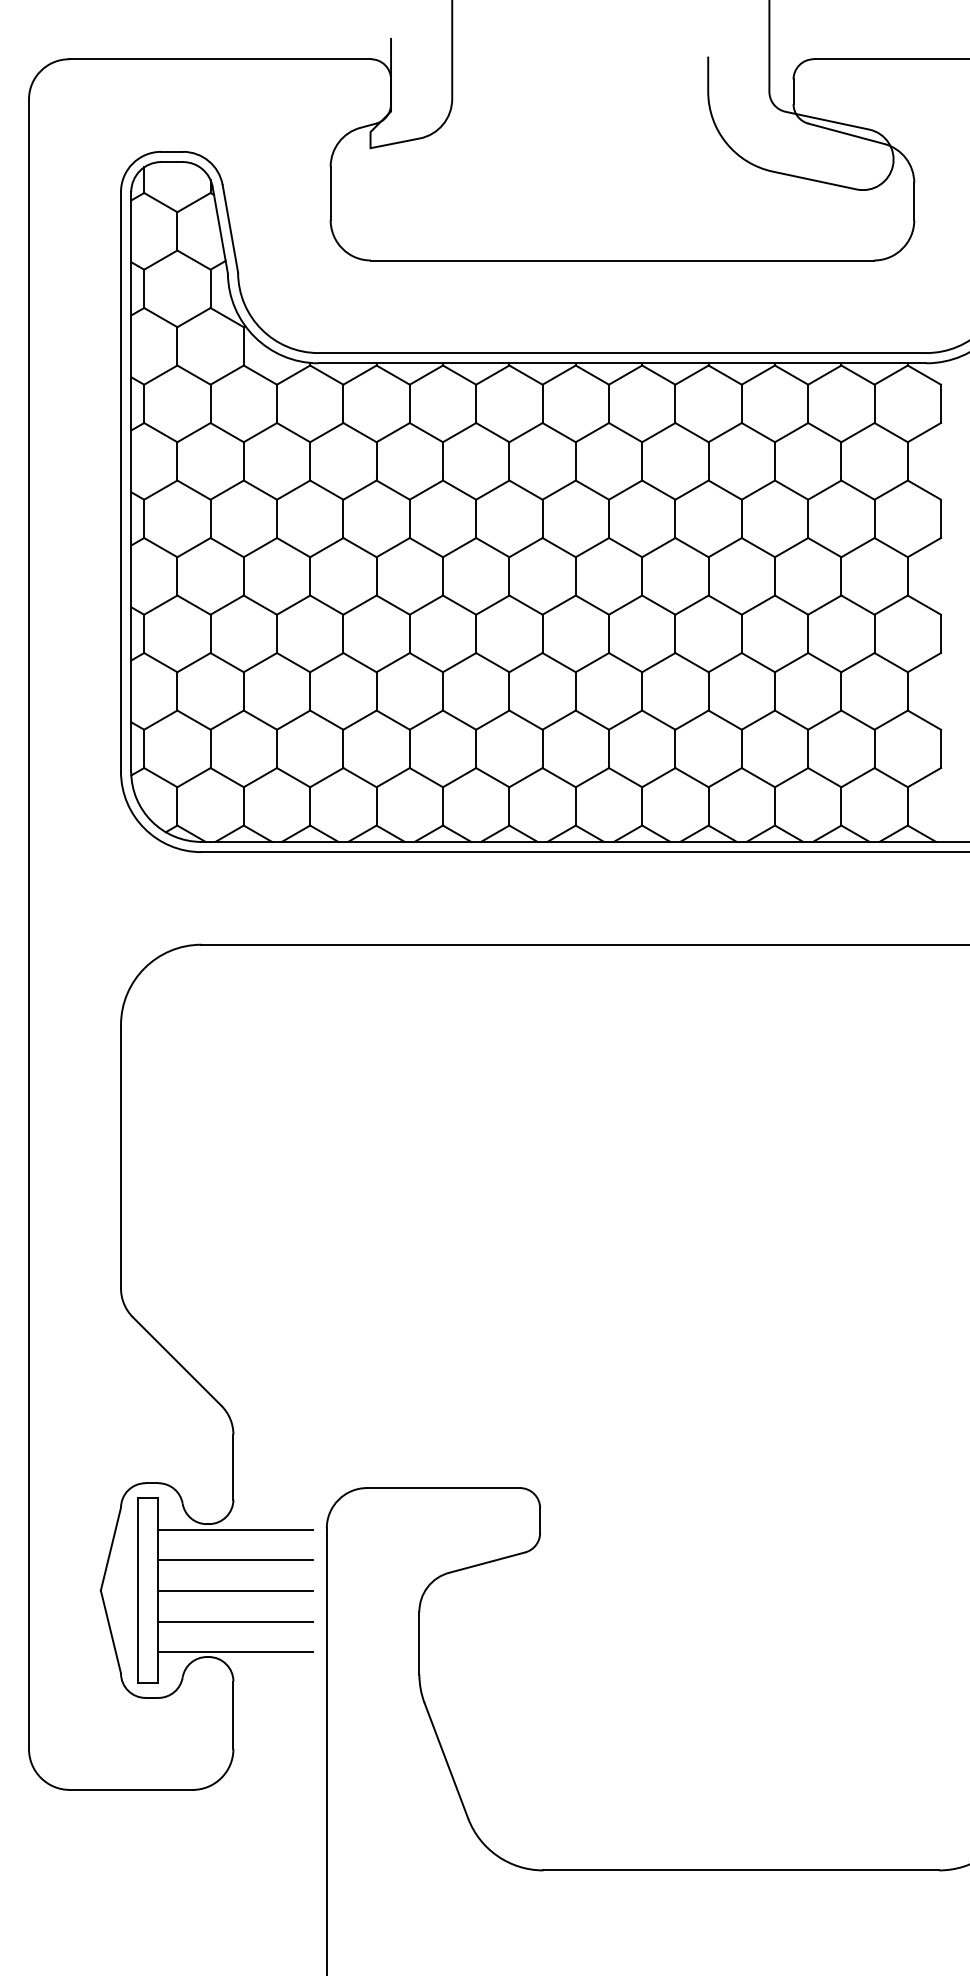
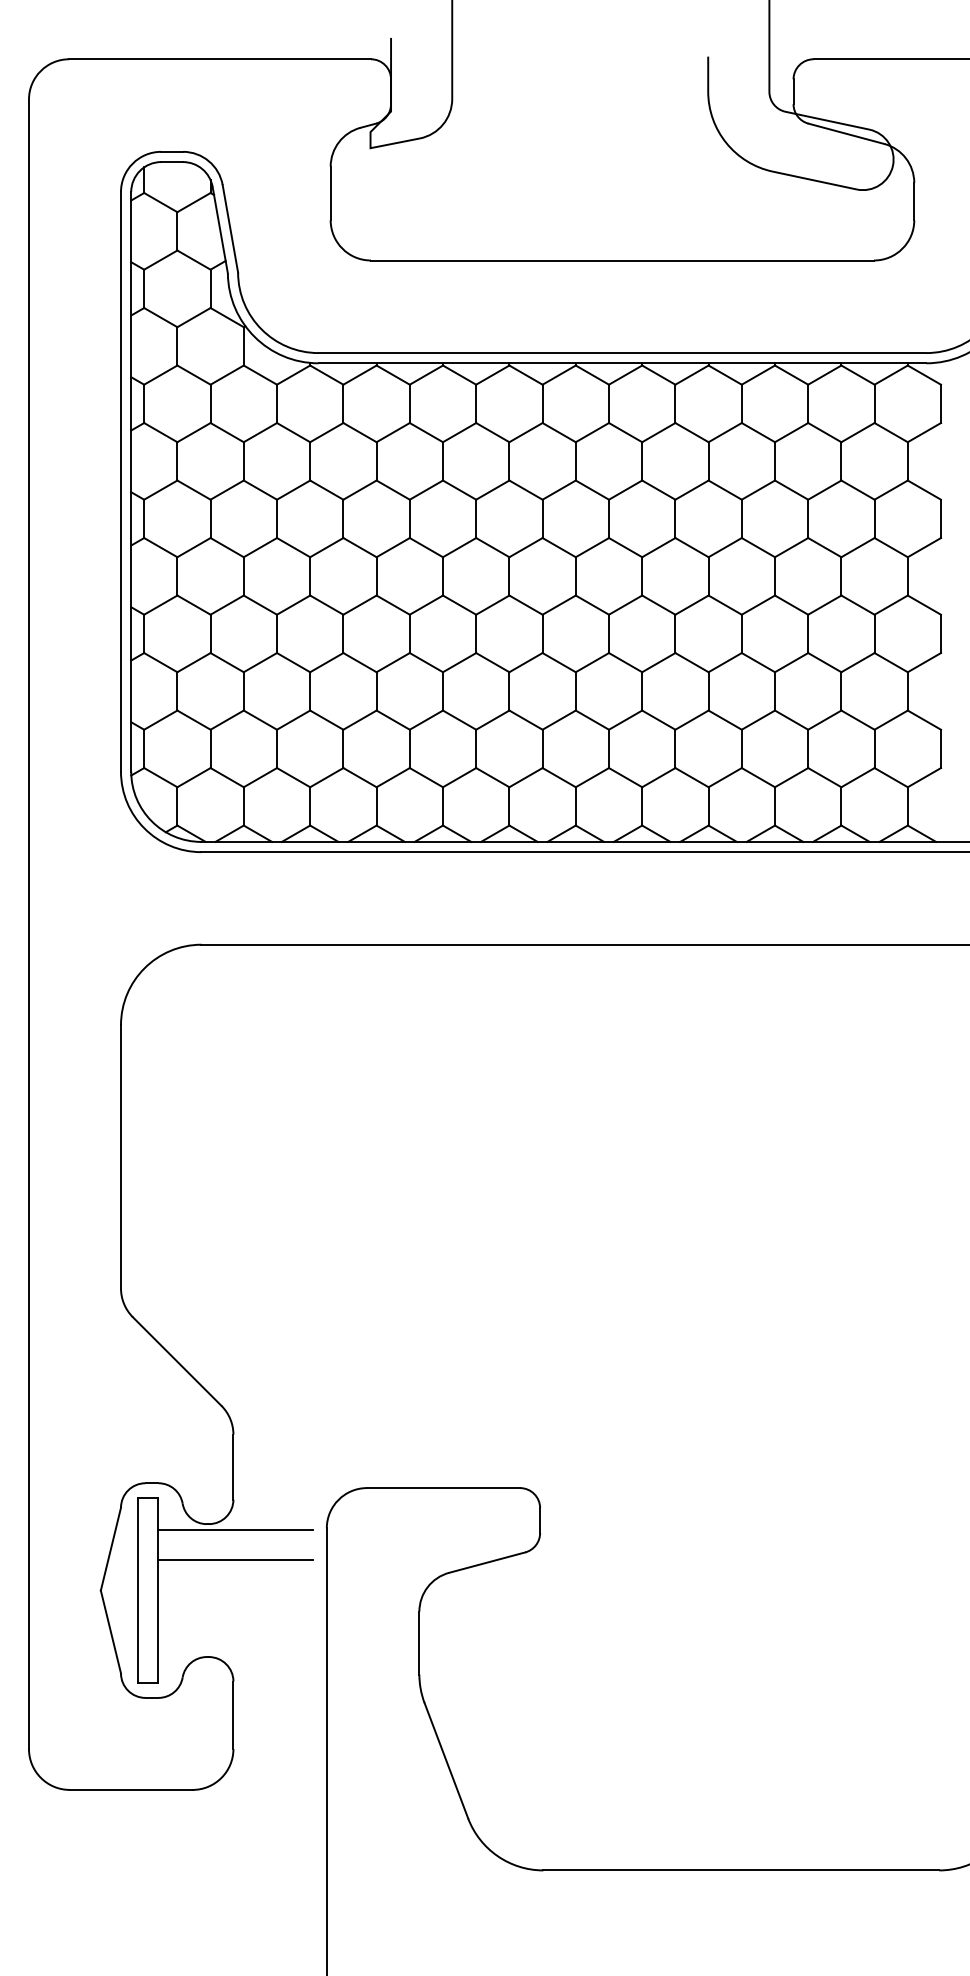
line at (235, 1590): present -> none
line at (235, 1621): present -> none
line at (235, 1652): present -> none
